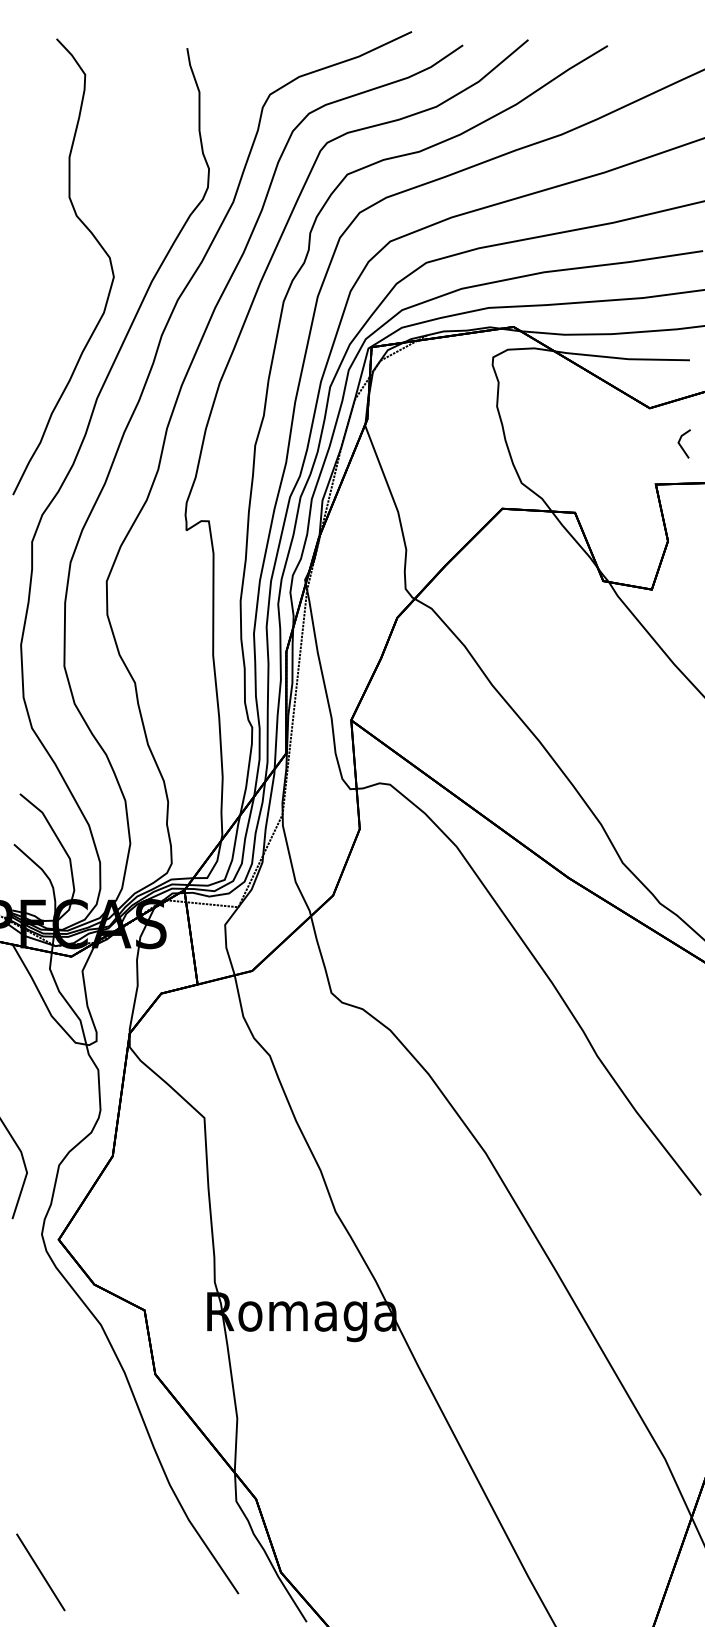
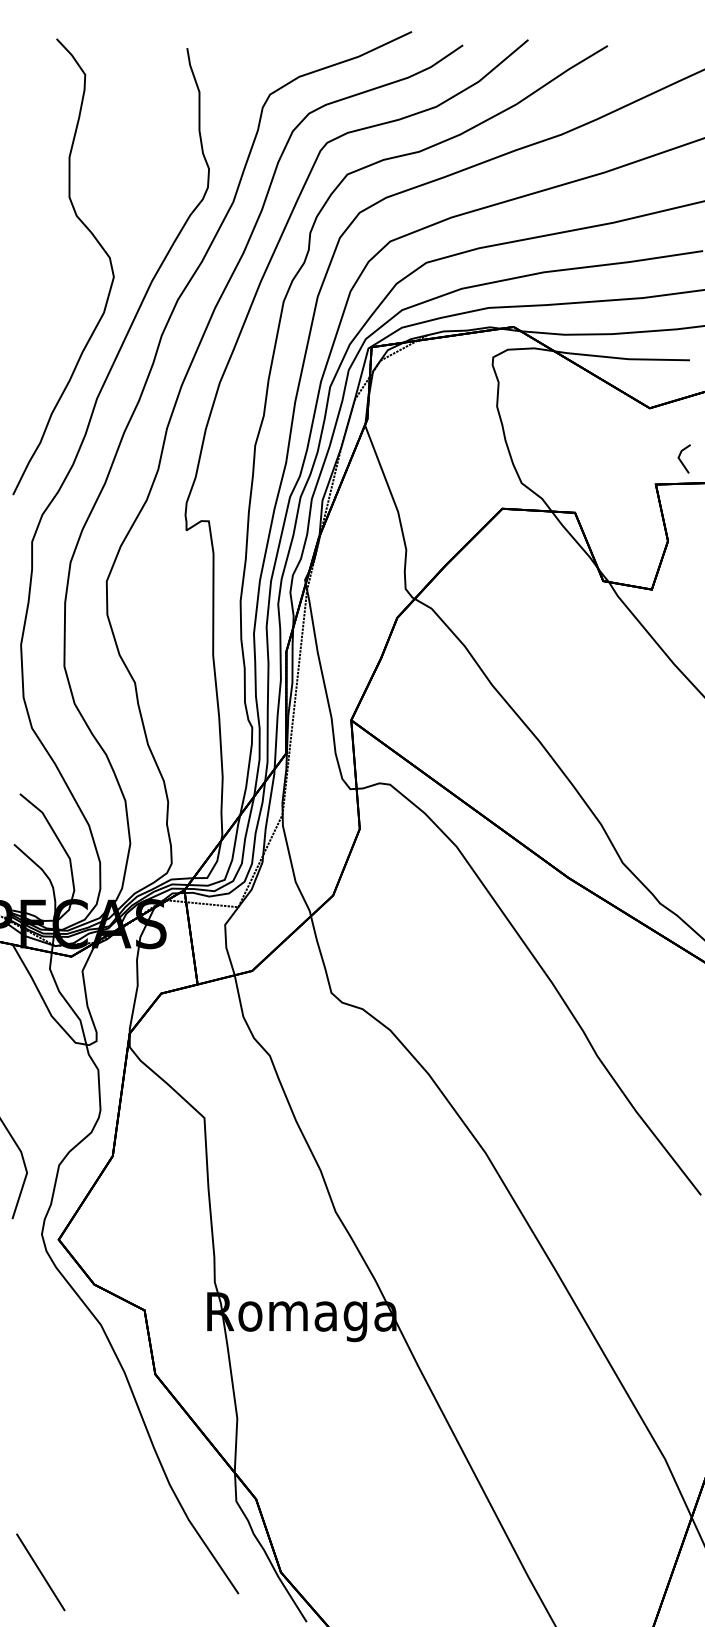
line at (681, 445) position: (681, 445) -> (681, 460)
